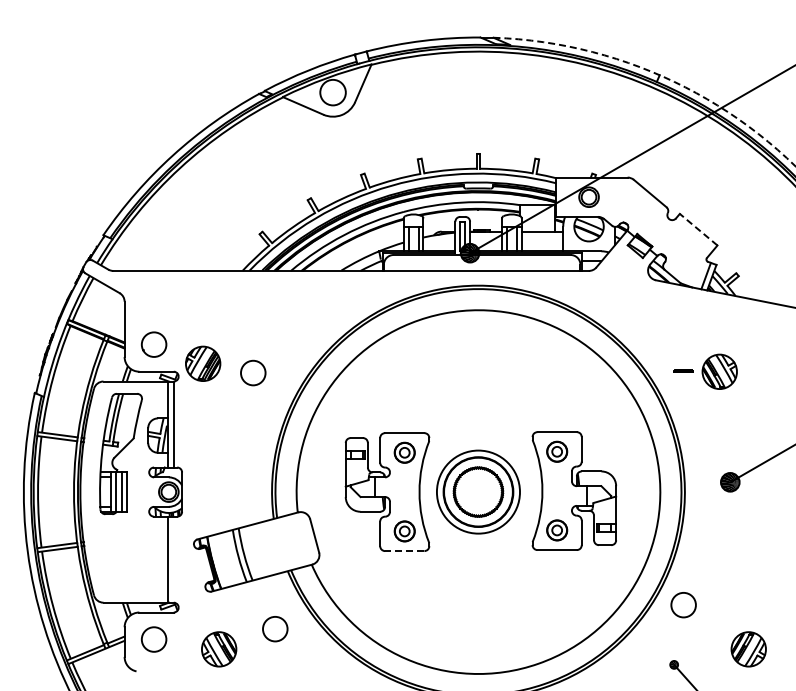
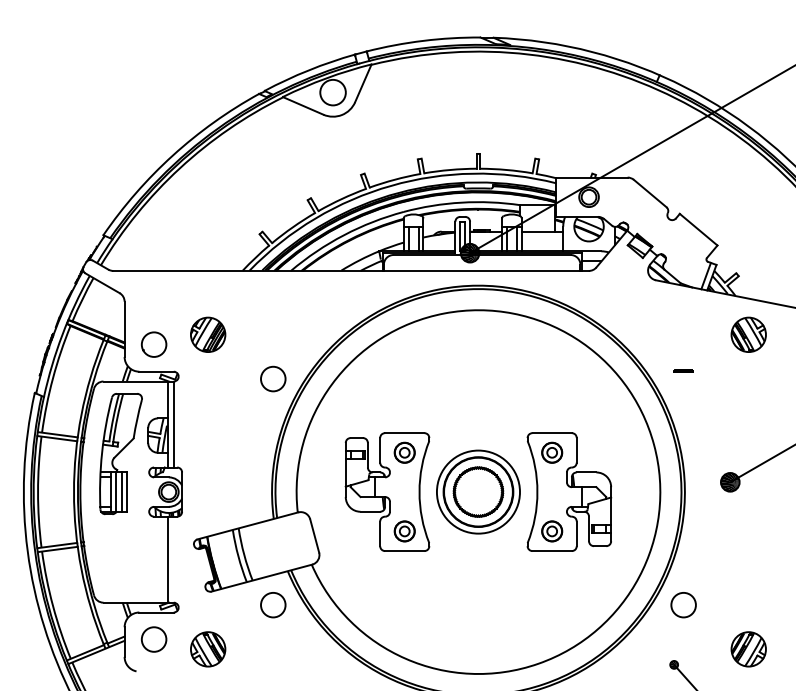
arc at (656, 74): dashed -> solid
line at (698, 229): dashed -> solid
part at (203, 363) position: (203, 363) -> (208, 334)
part at (719, 371) position: (719, 371) -> (748, 334)
circle at (253, 372) position: (253, 372) -> (273, 378)
part at (574, 490) position: (574, 490) -> (569, 491)
line at (404, 551): dashed -> solid
circle at (275, 629) position: (275, 629) -> (273, 605)
part at (219, 649) position: (219, 649) -> (208, 649)
